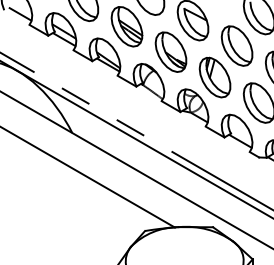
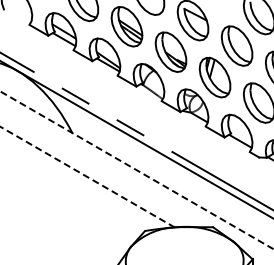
line at (19, 13): present -> none
line at (136, 170): solid -> dashed
line at (87, 177): solid -> dashed
